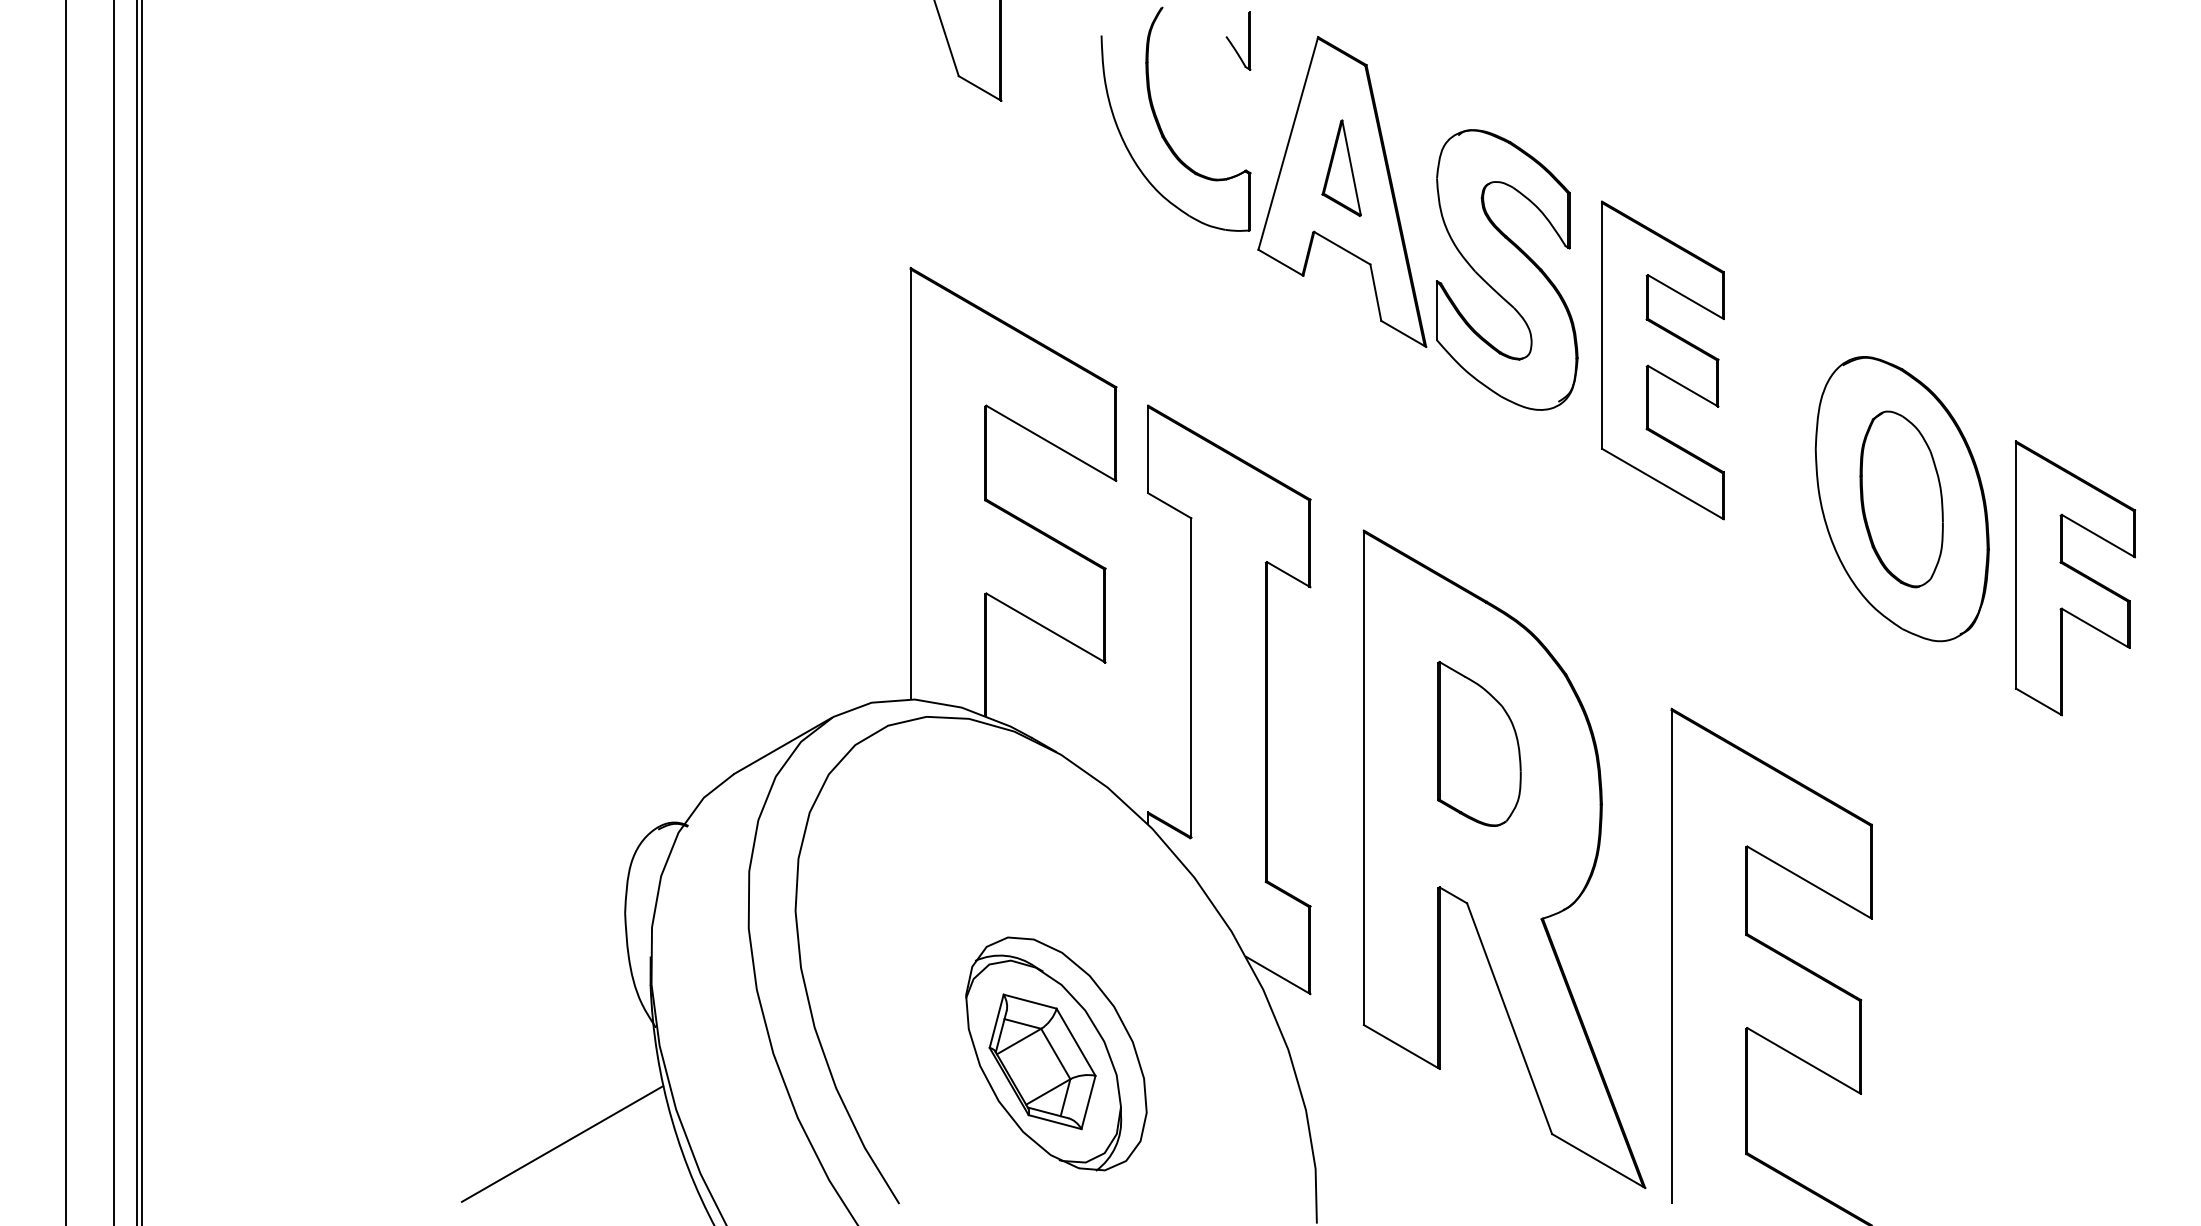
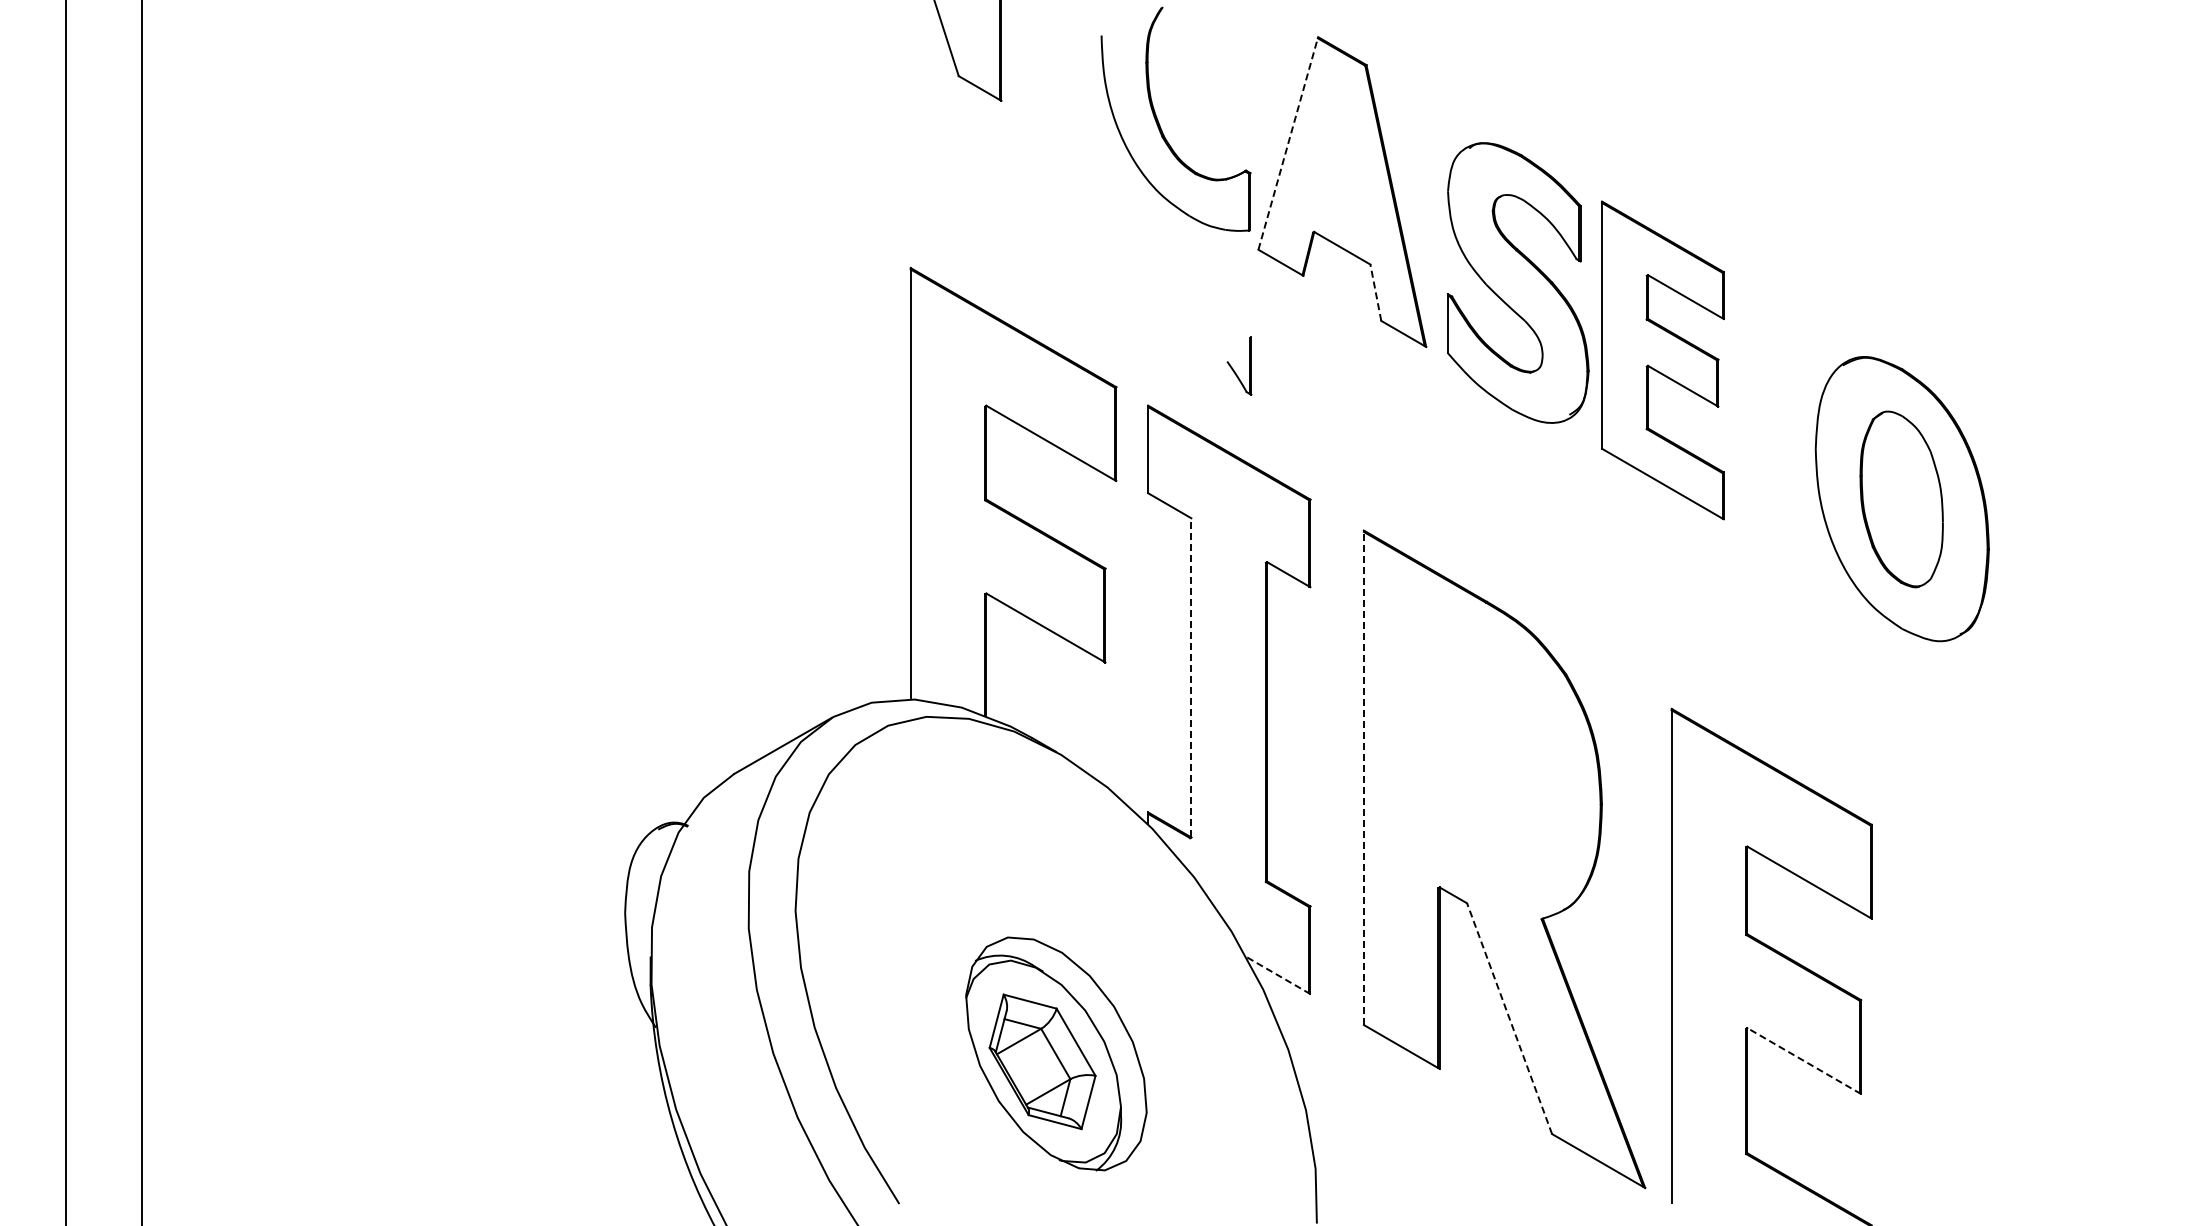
part at (1232, 43) position: (1232, 43) -> (1233, 368)
line at (1288, 142): solid -> dashed
part at (1341, 167): present -> none
part at (1507, 269) position: (1507, 269) -> (1518, 282)
line at (1375, 292): solid -> dashed
part at (2075, 578): present -> none
line at (113, 612): present -> none
line at (137, 612): present -> none
line at (1191, 677): solid -> dashed
part at (1479, 743): present -> none
line at (1363, 777): solid -> dashed
line at (1278, 975): solid -> dashed
line at (1509, 1018): solid -> dashed
line at (1804, 1061): solid -> dashed
line at (562, 1143): present -> none
